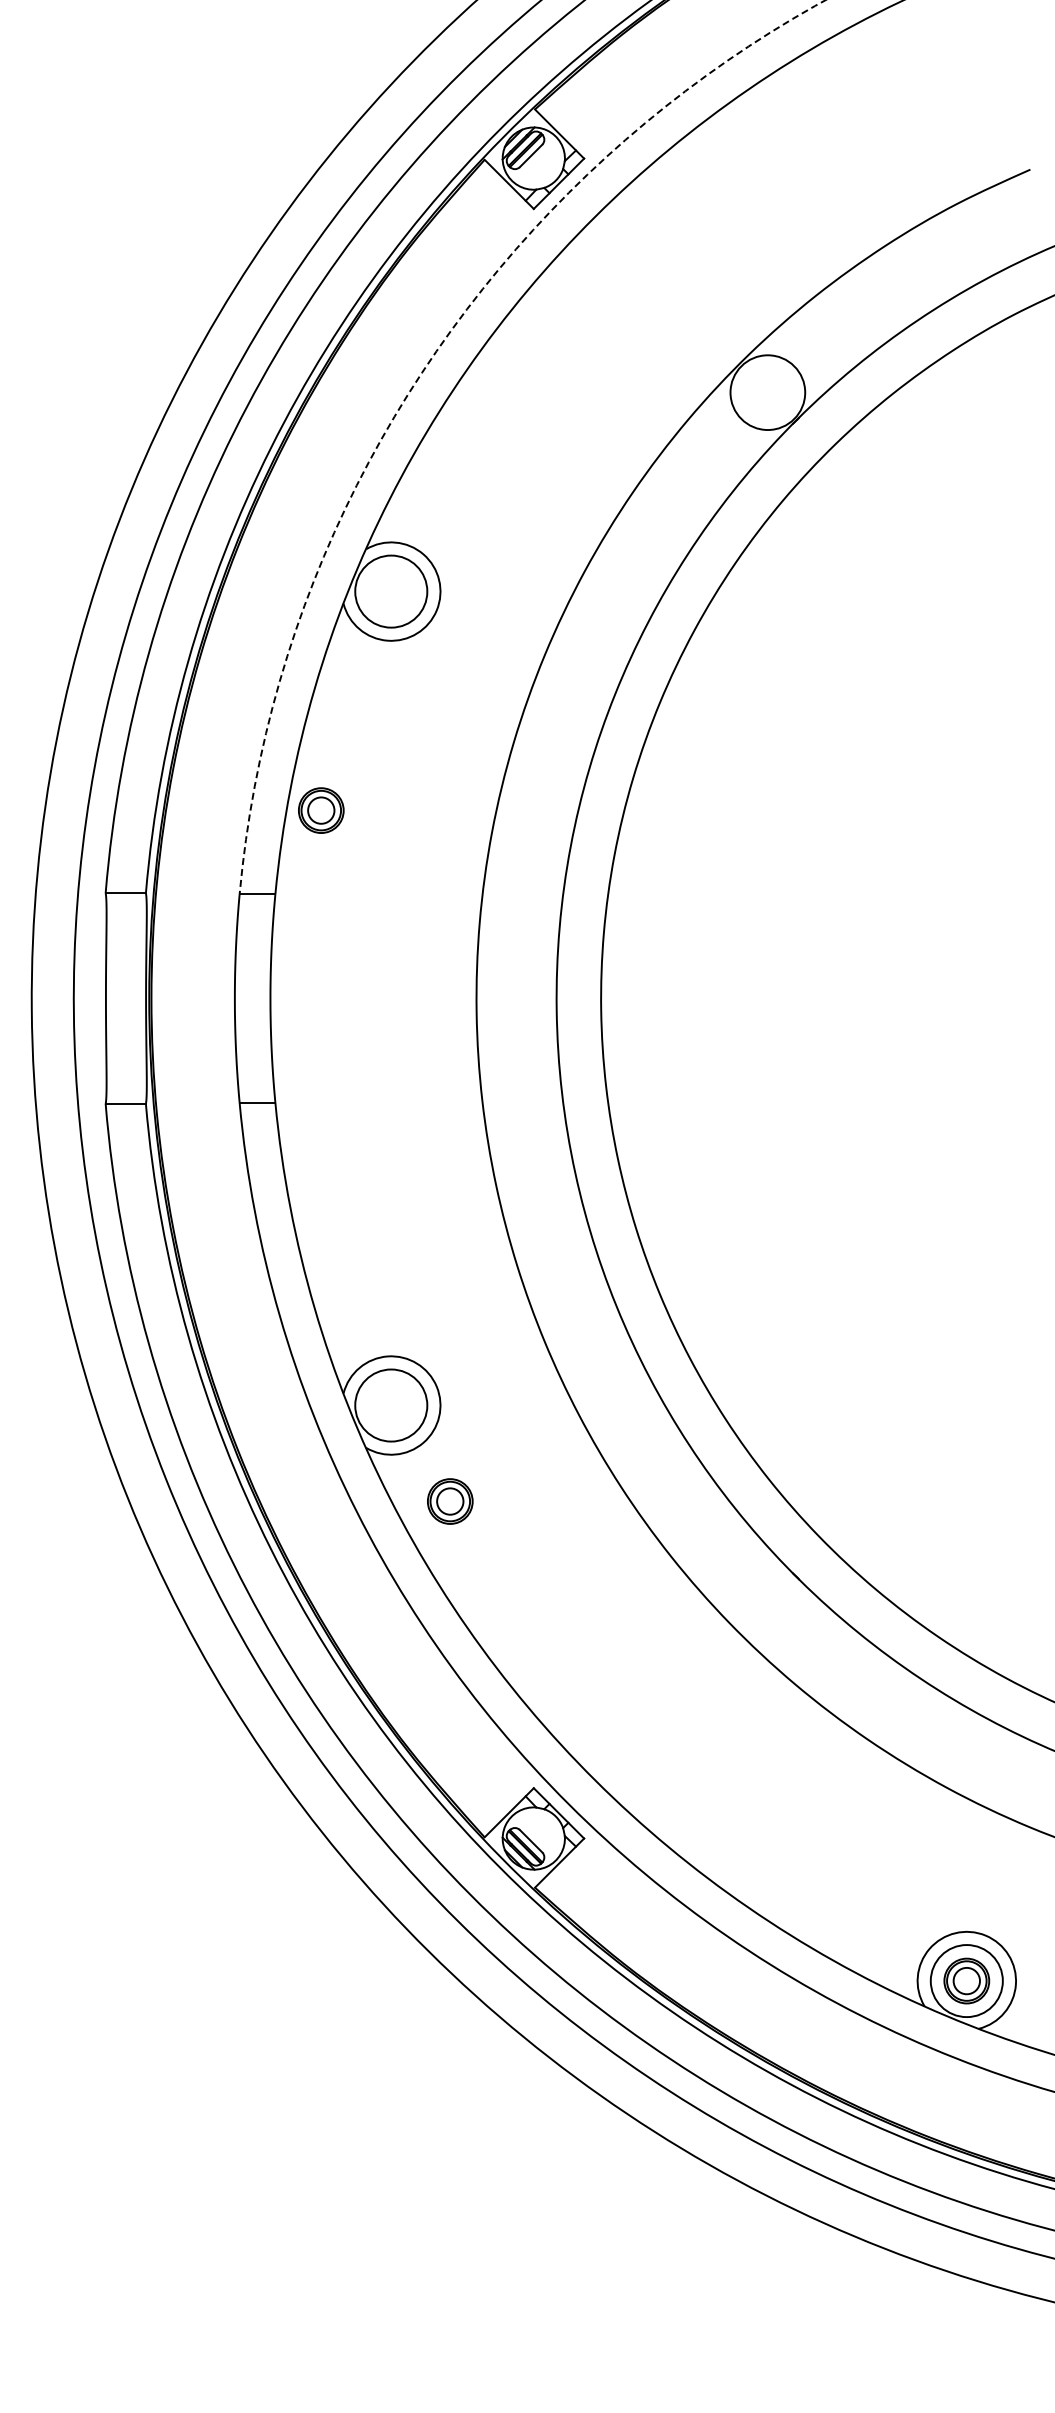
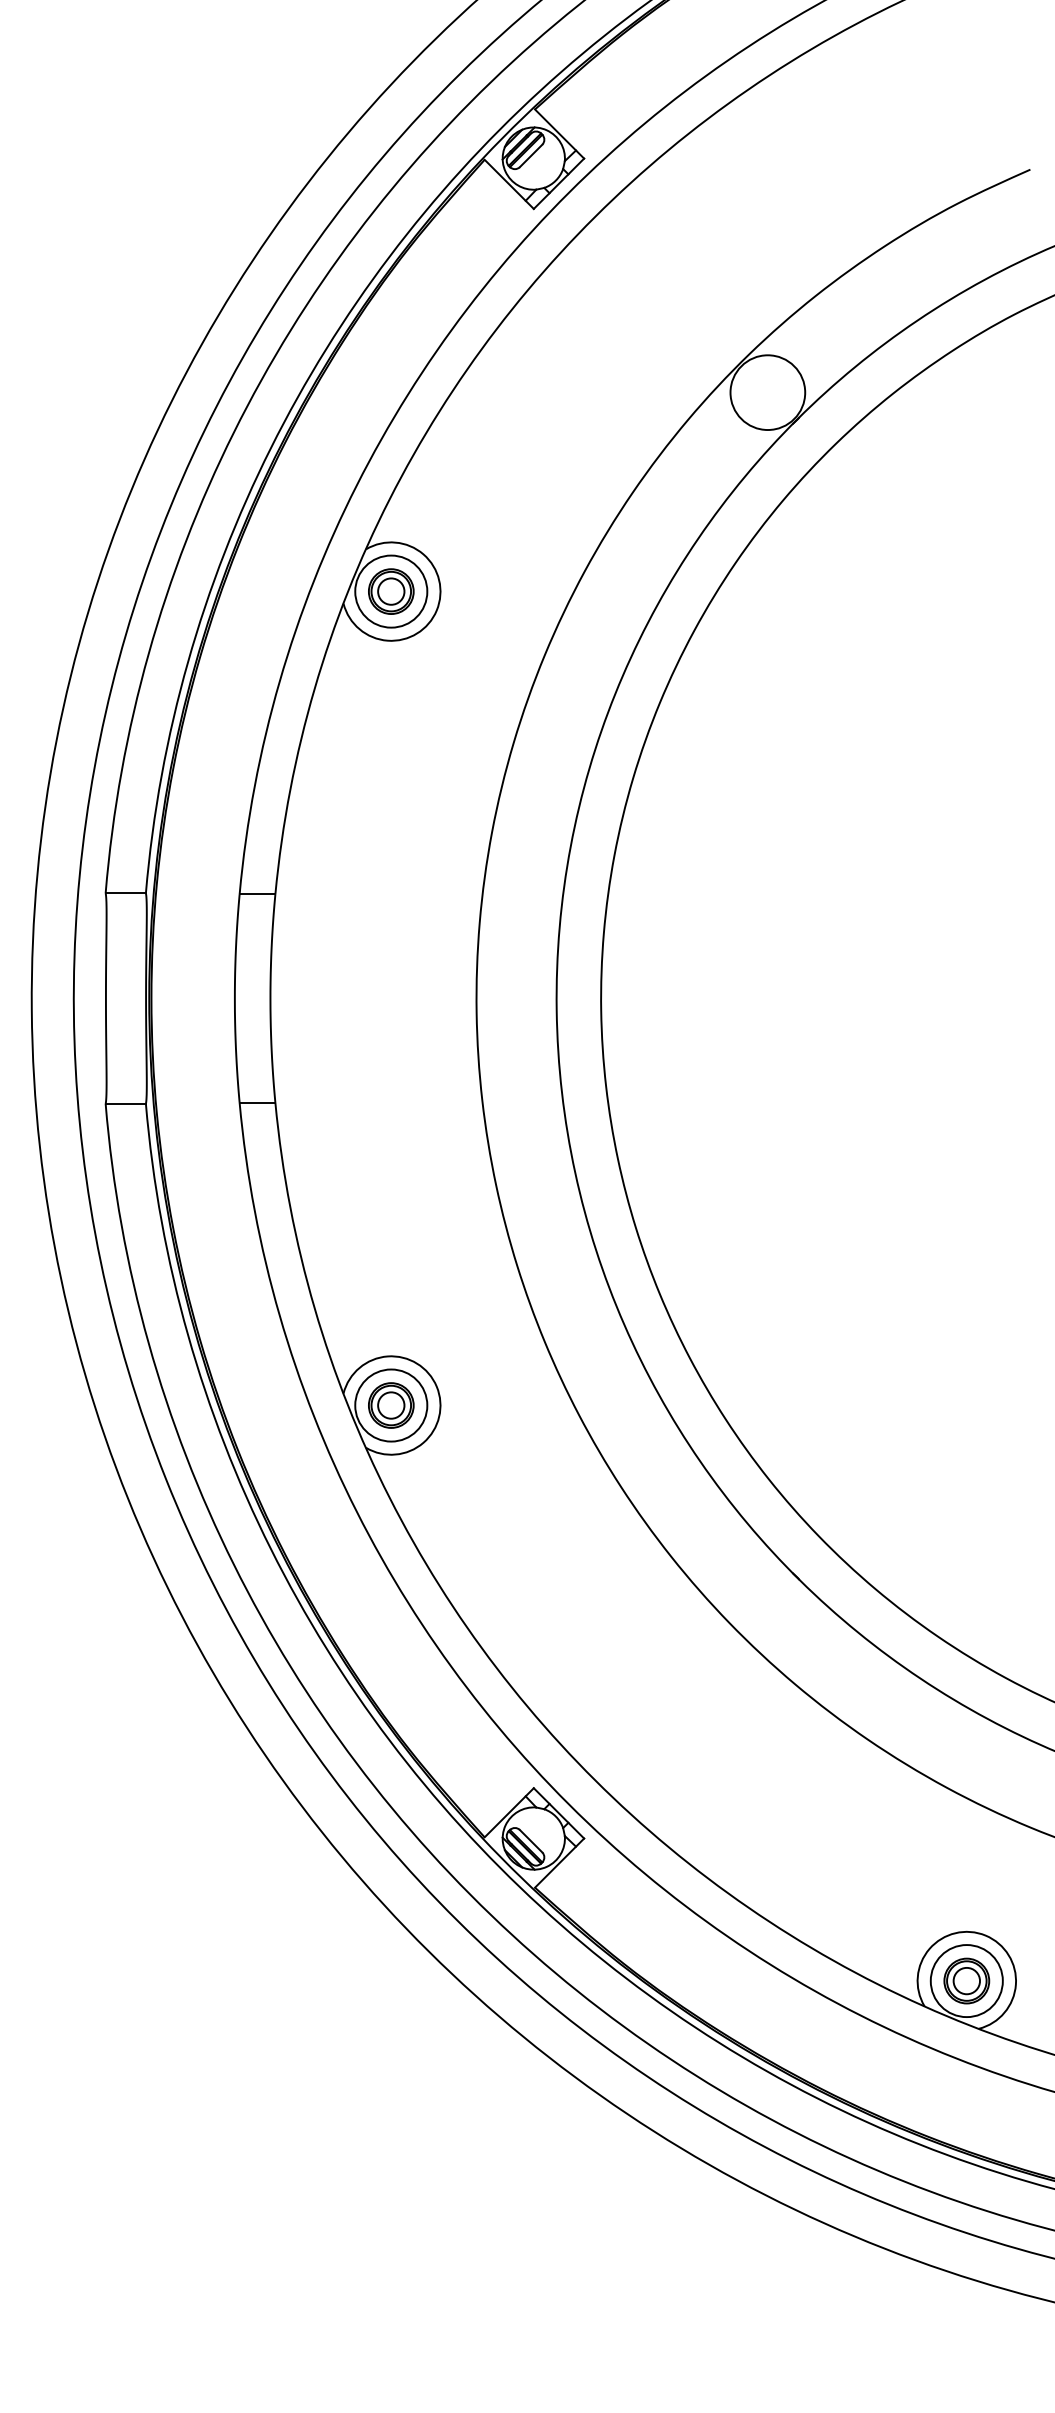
arc at (419, 376): dashed -> solid
part at (321, 810) position: (321, 810) -> (391, 591)
part at (450, 1501) position: (450, 1501) -> (391, 1405)
